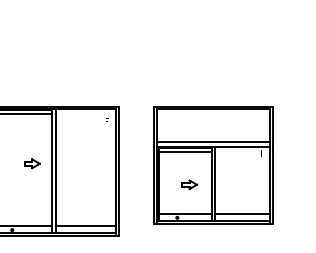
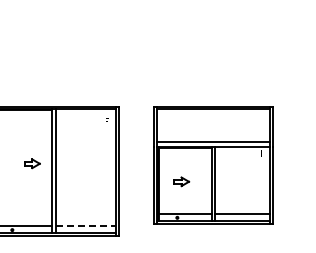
line at (27, 114): present -> none
line at (184, 151): present -> none
part at (189, 184) position: (189, 184) -> (181, 181)
line at (86, 225): solid -> dashed
